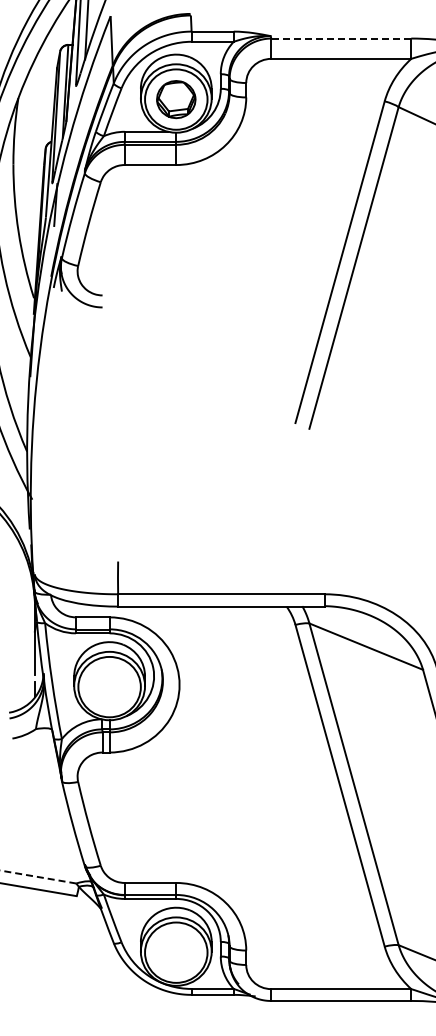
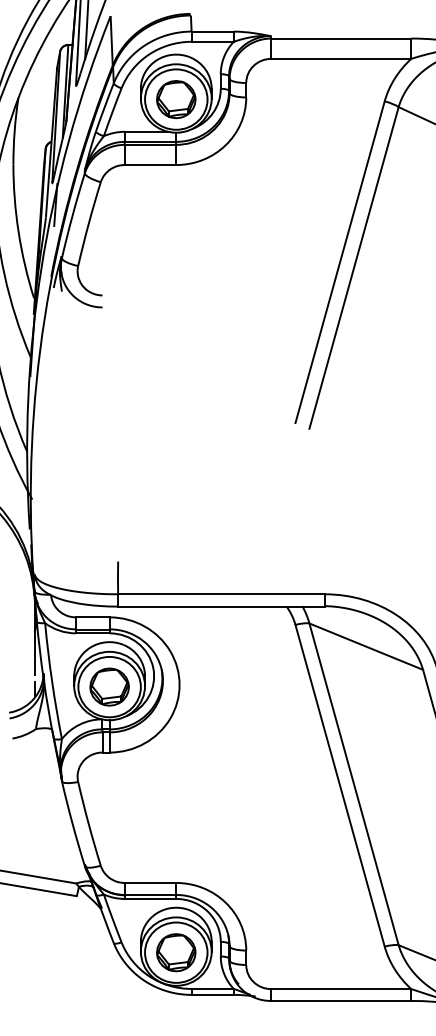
line at (340, 38): dashed -> solid
part at (109, 686): none -> present
line at (38, 876): dashed -> solid
part at (176, 952): none -> present
